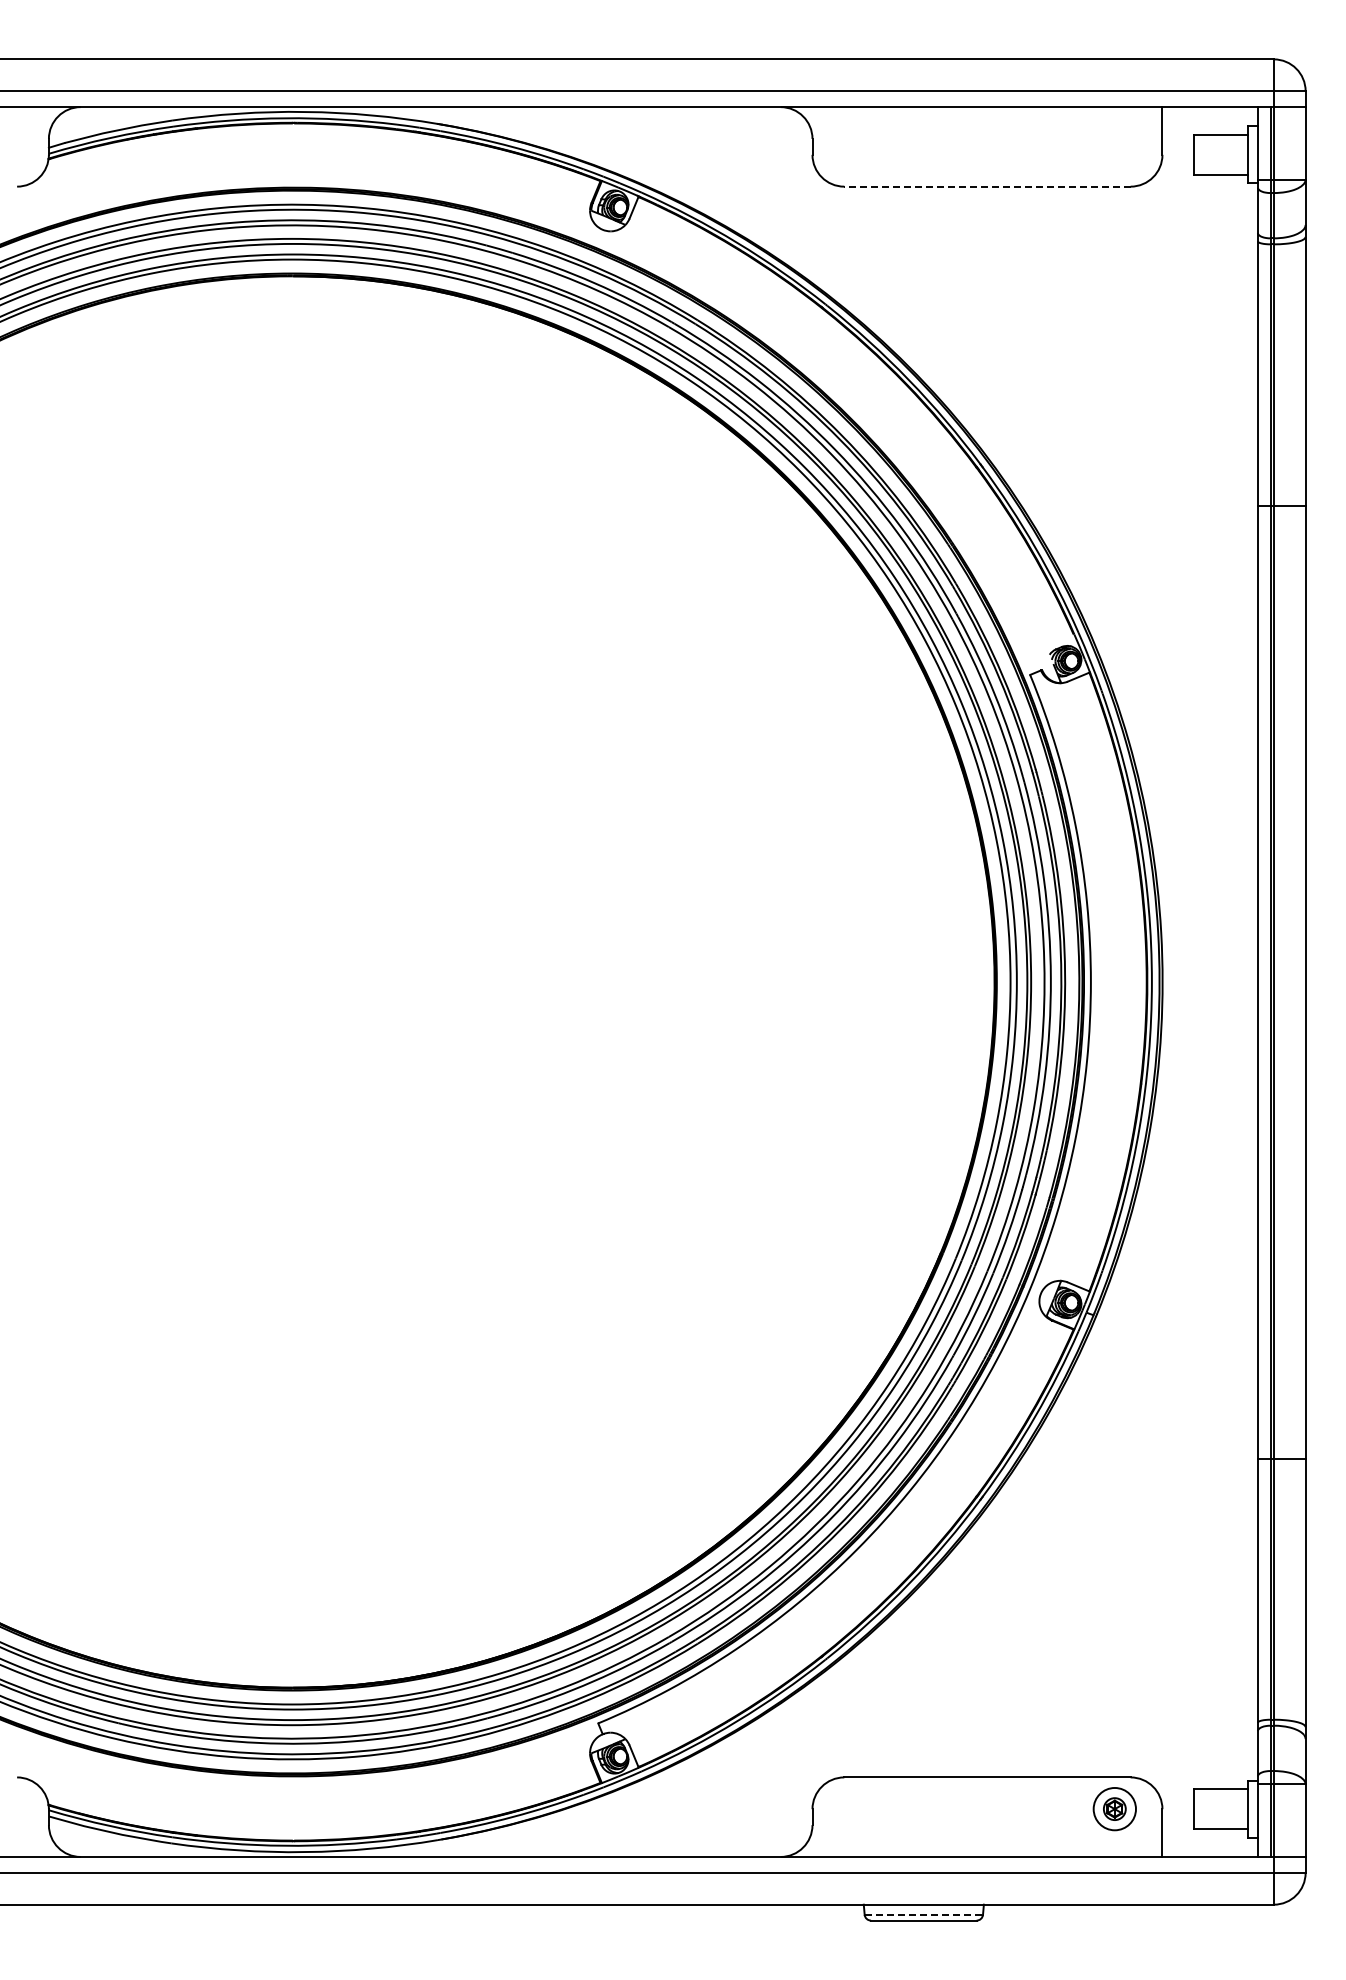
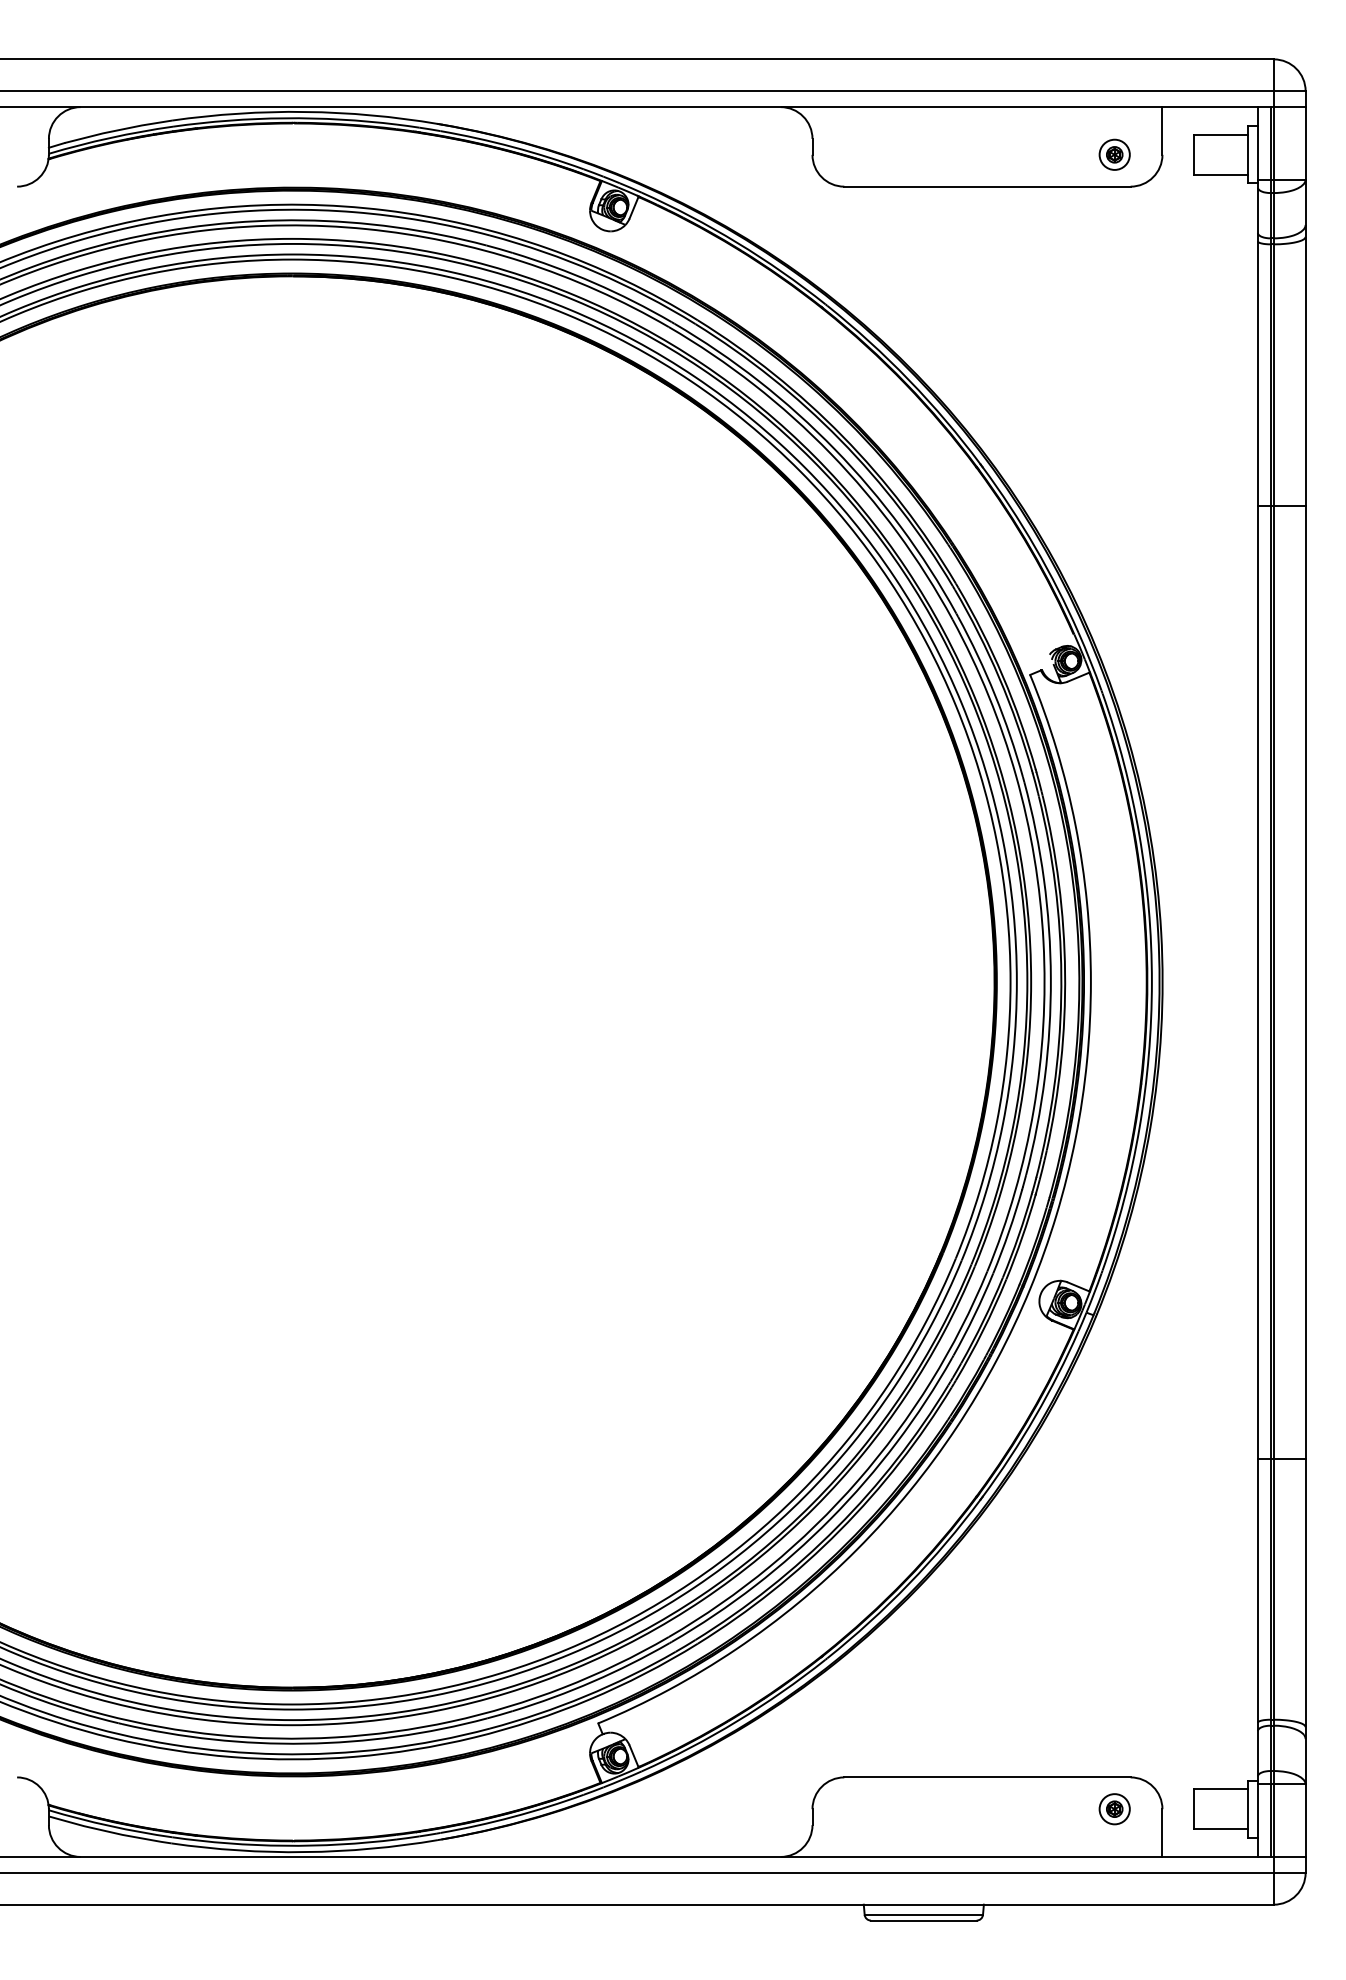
part at (1114, 154): none -> present
line at (986, 186): dashed -> solid
part at (1114, 1809) size: 45x45 px -> 33x33 px
line at (924, 1914): dashed -> solid
